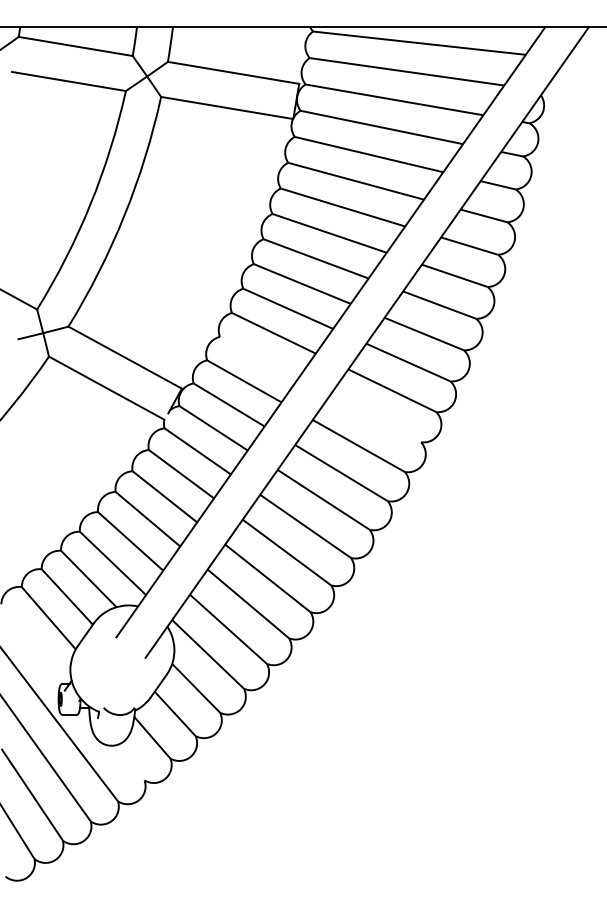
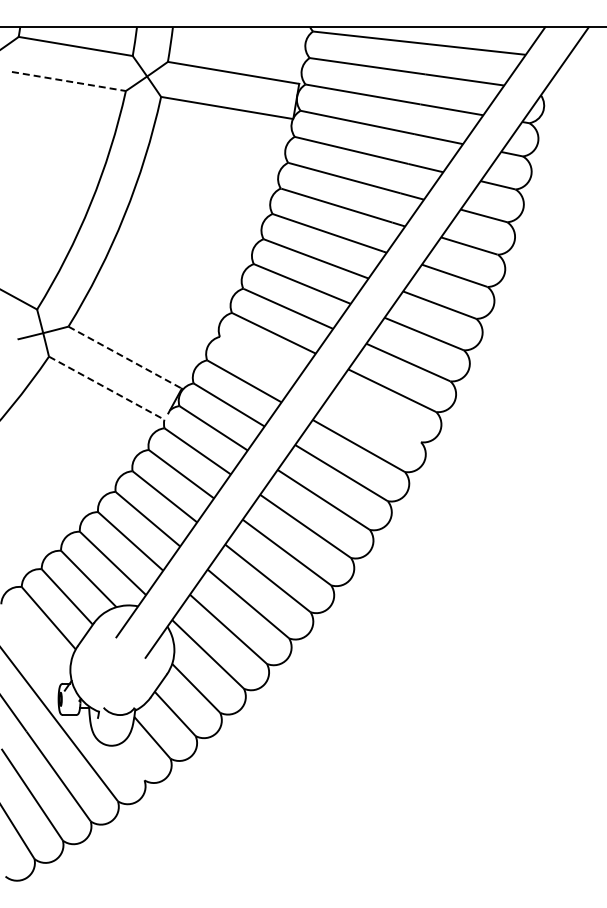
line at (68, 81): solid -> dashed
line at (125, 357): solid -> dashed
line at (106, 388): solid -> dashed
